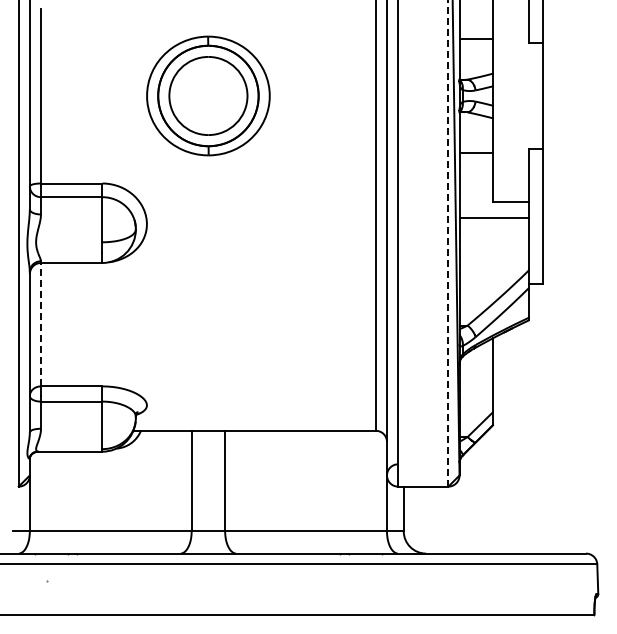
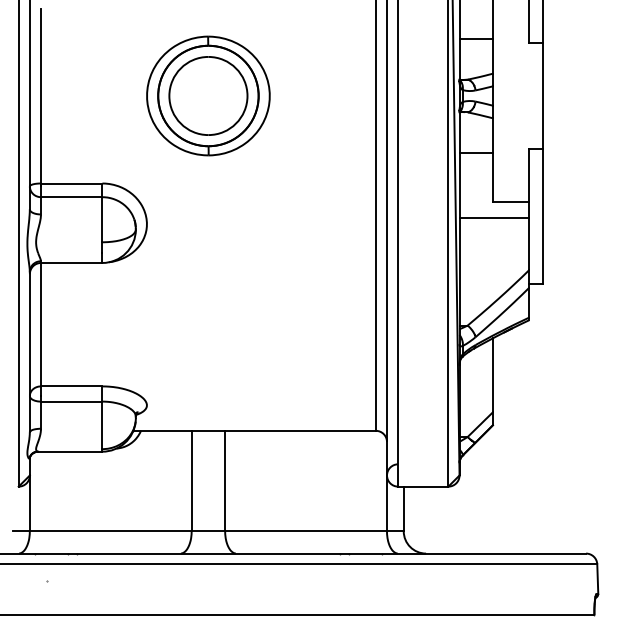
line at (448, 242): dashed -> solid
line at (41, 324): dashed -> solid
